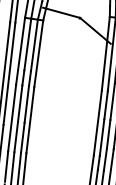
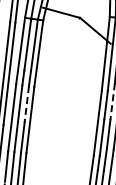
line at (112, 102): solid -> dashed
line at (26, 104): solid -> dashed
